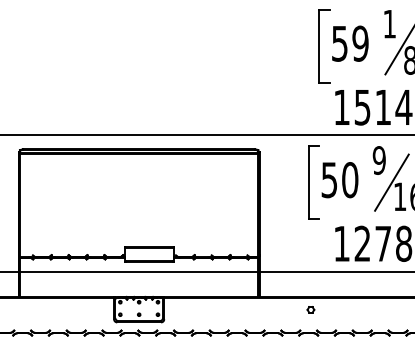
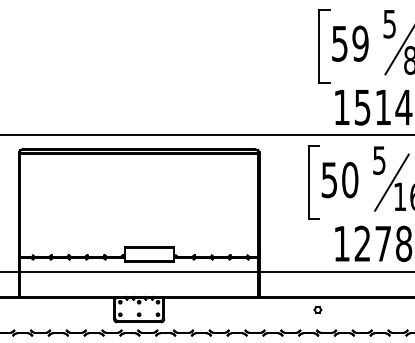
text at (389, 24): 1 -> 5
text at (378, 160): 9 -> 5
part at (310, 309) position: (310, 309) -> (317, 309)
